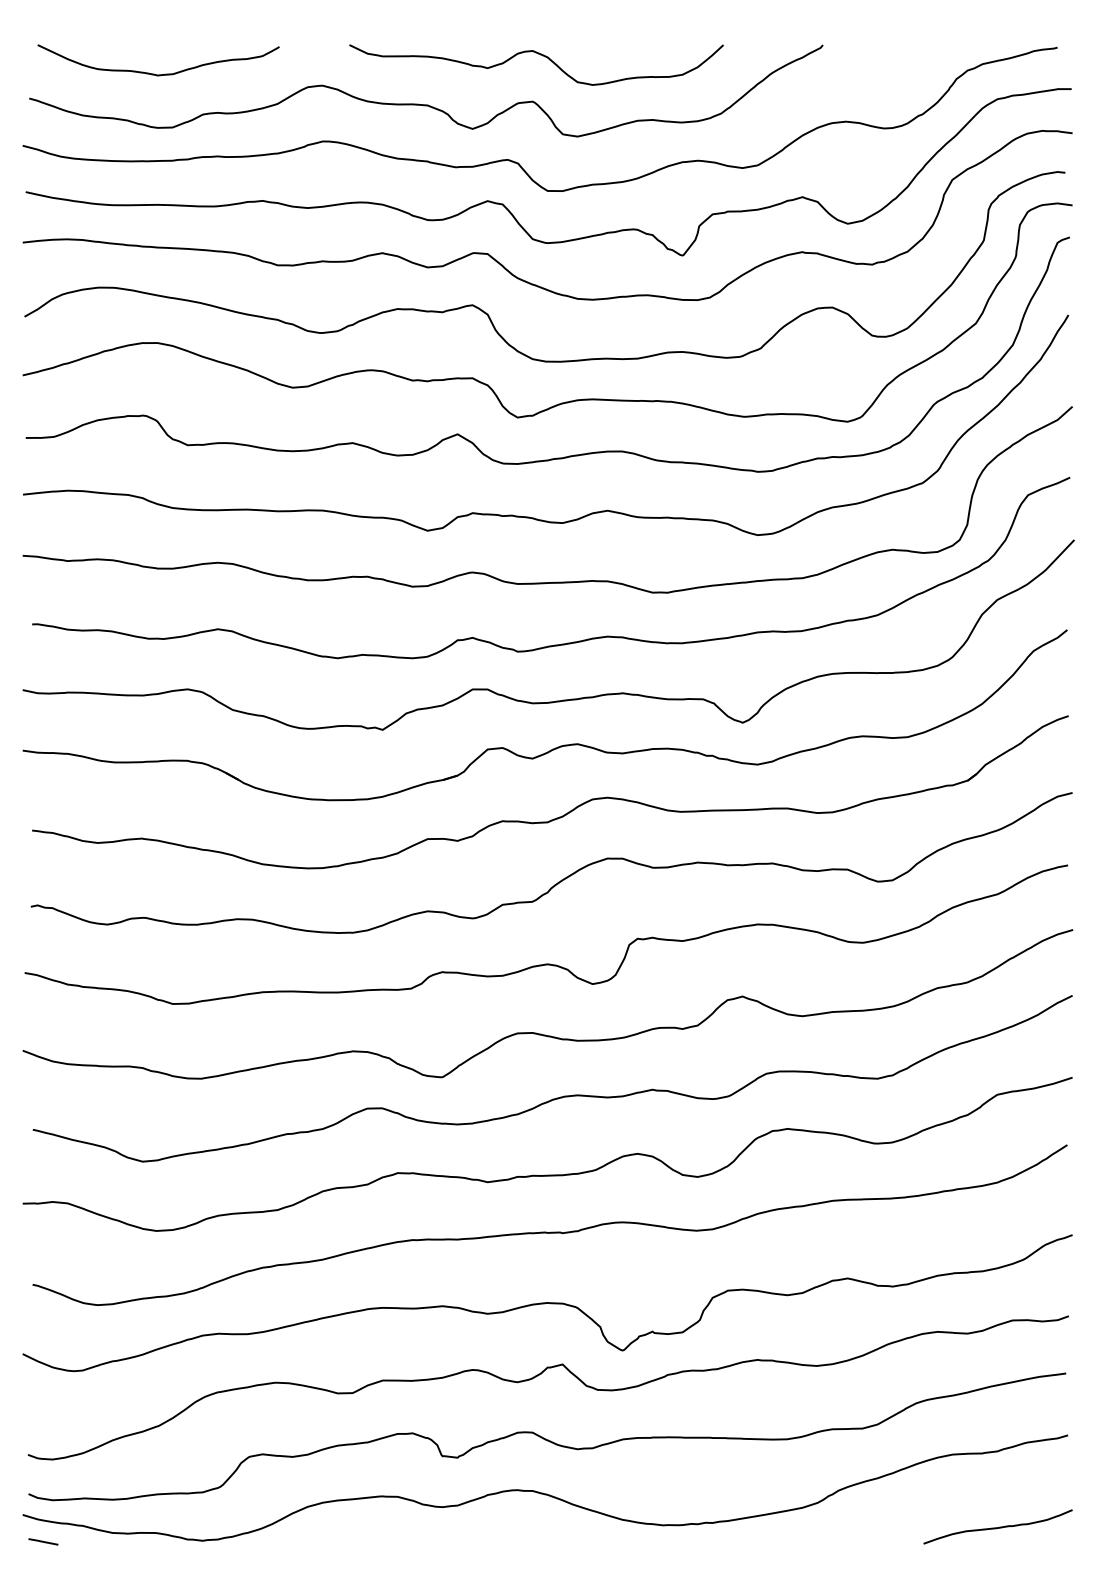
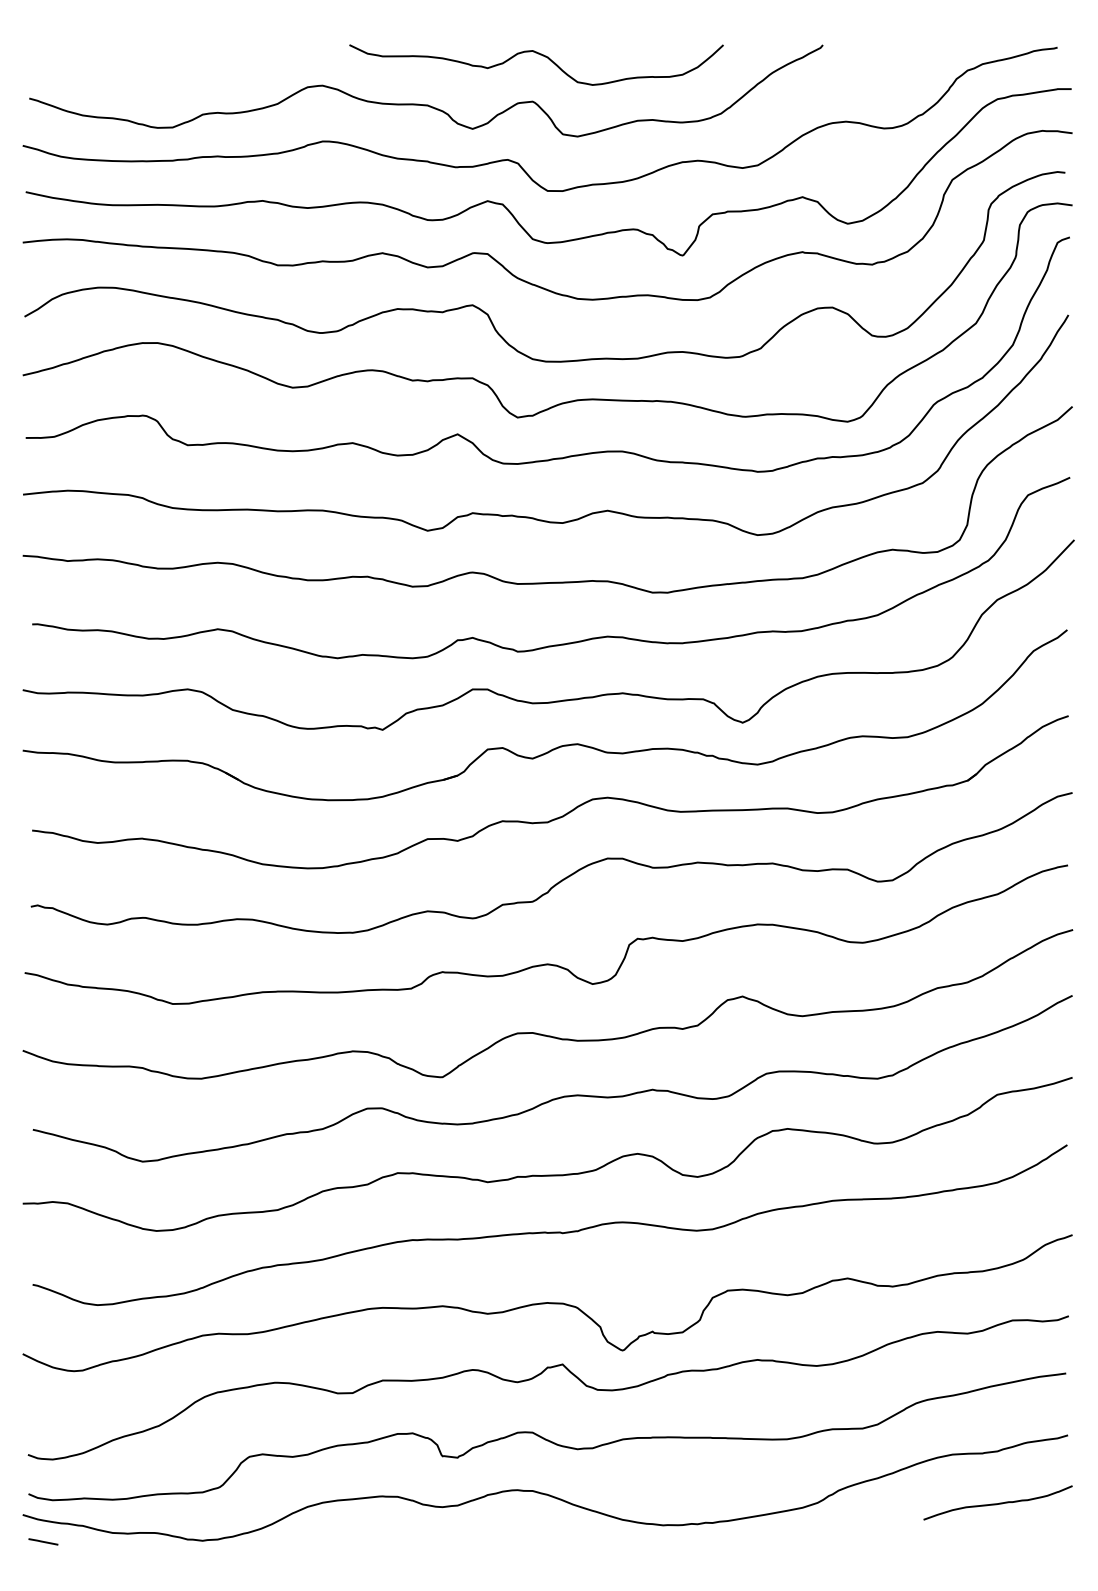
curve at (154, 73): present -> none
curve at (997, 1527) position: (997, 1527) -> (997, 1503)
